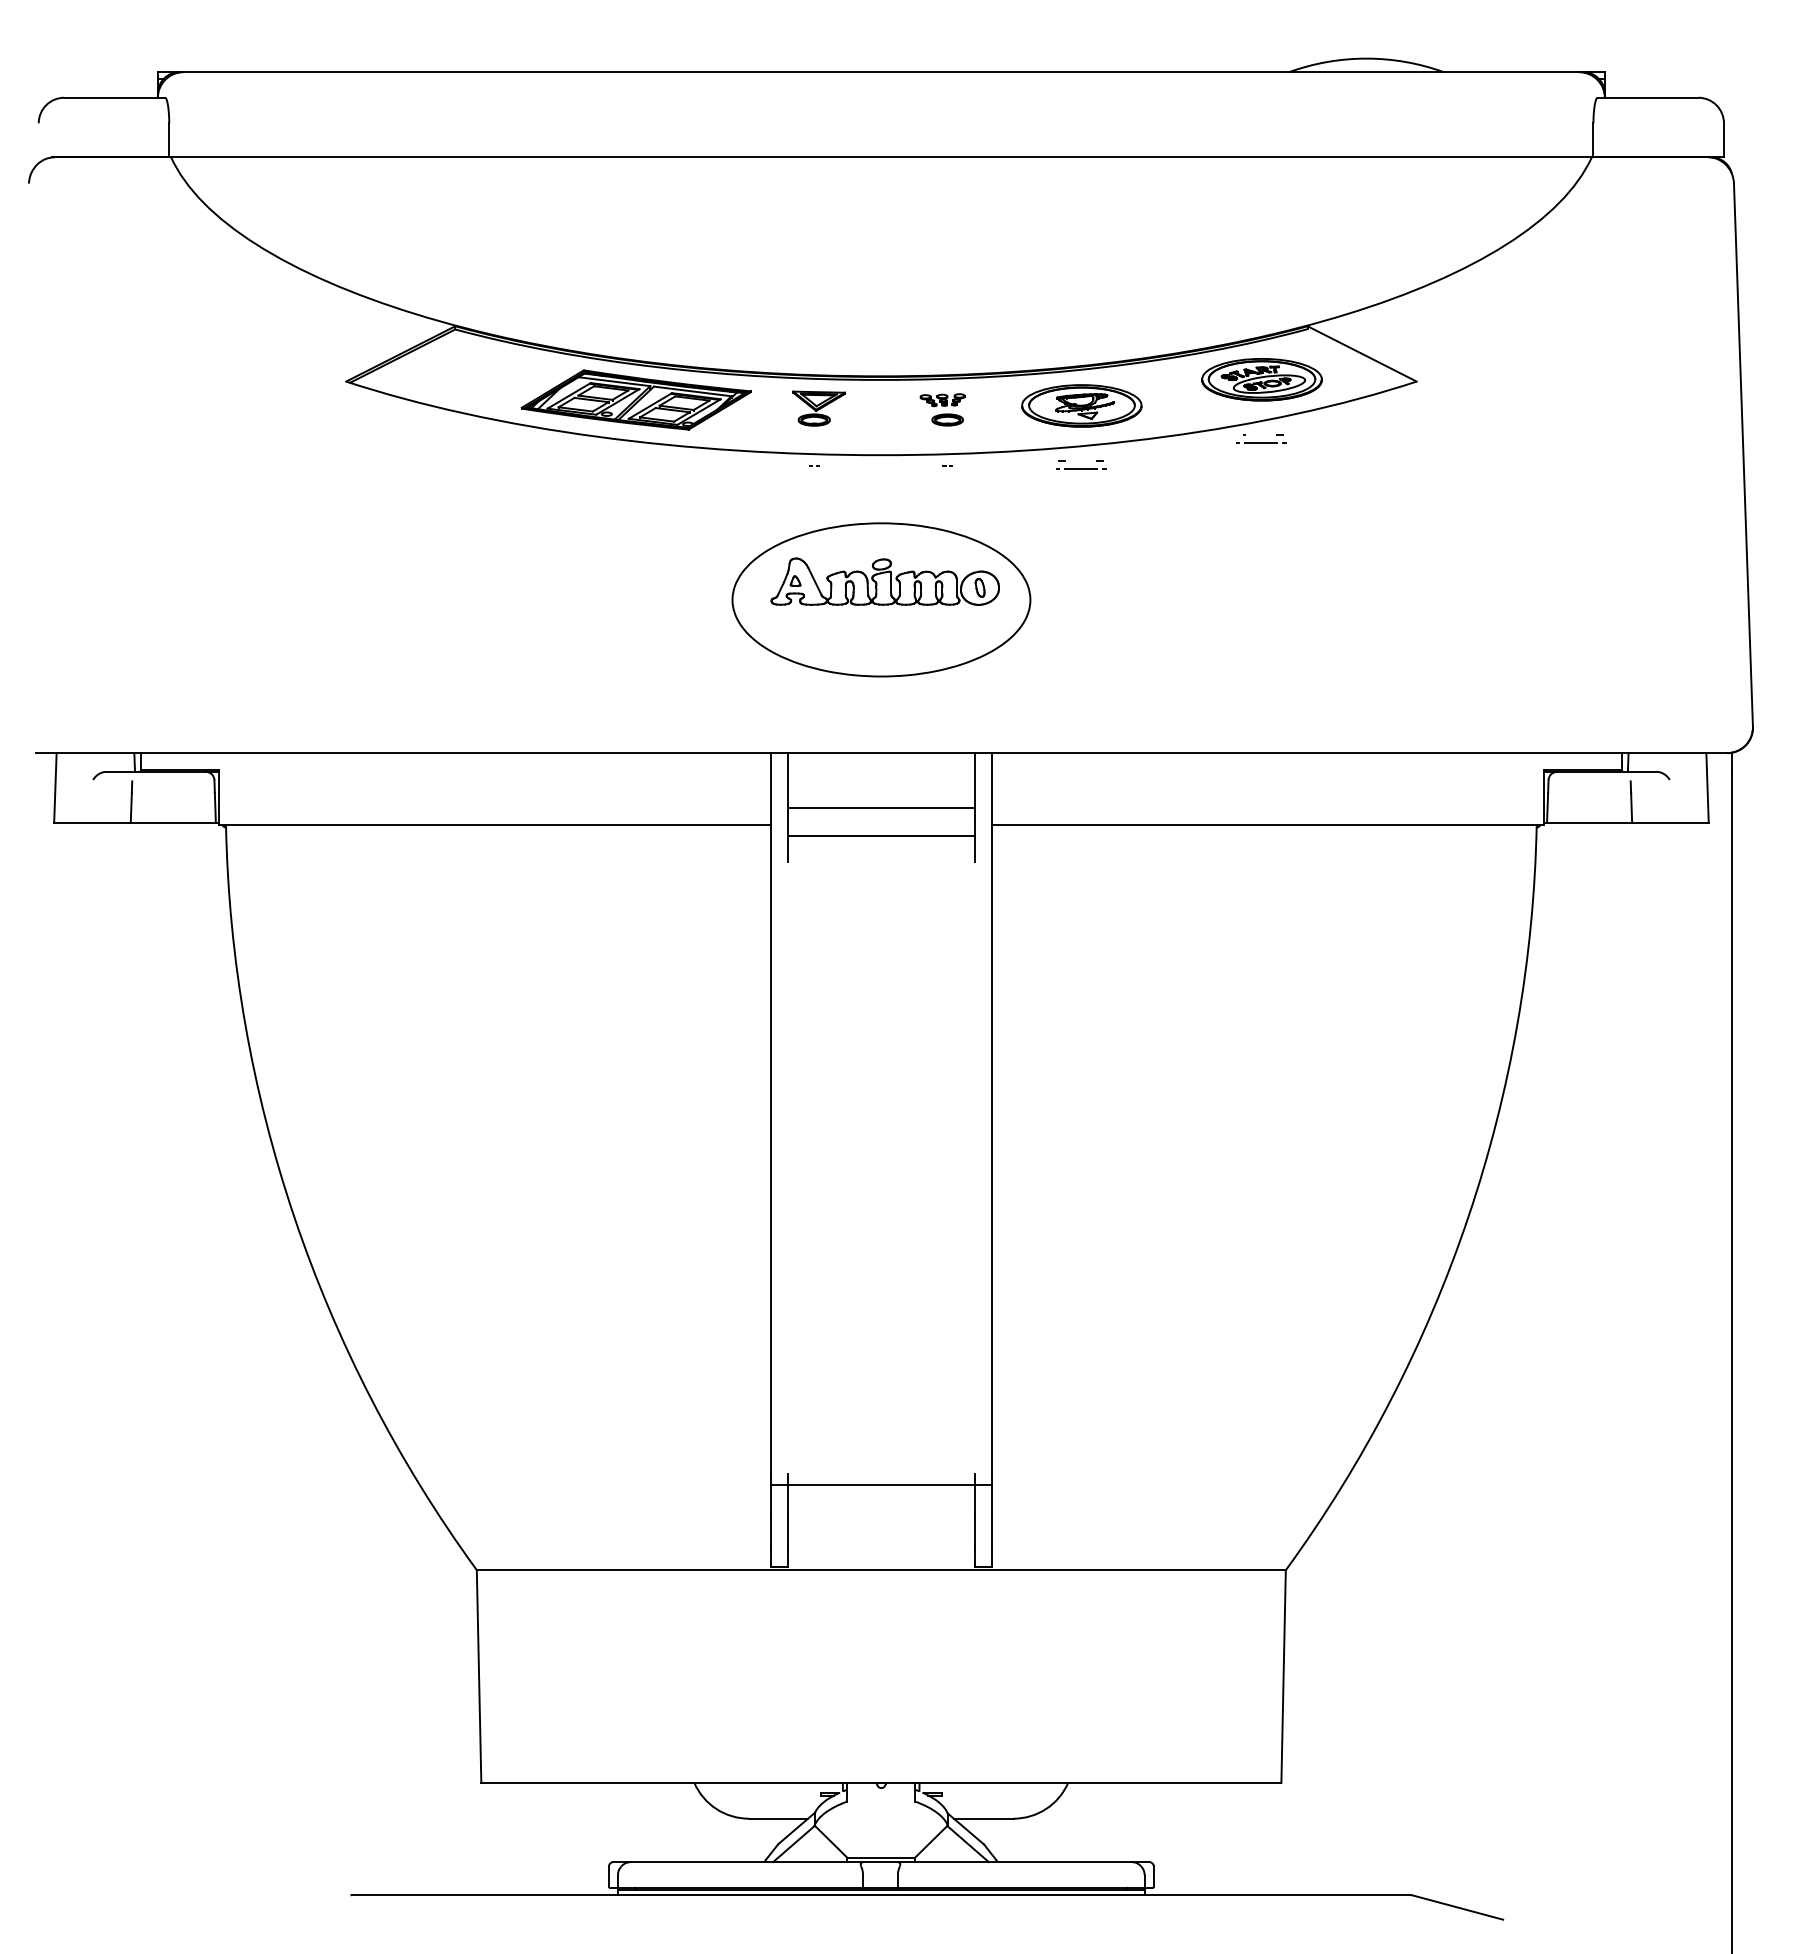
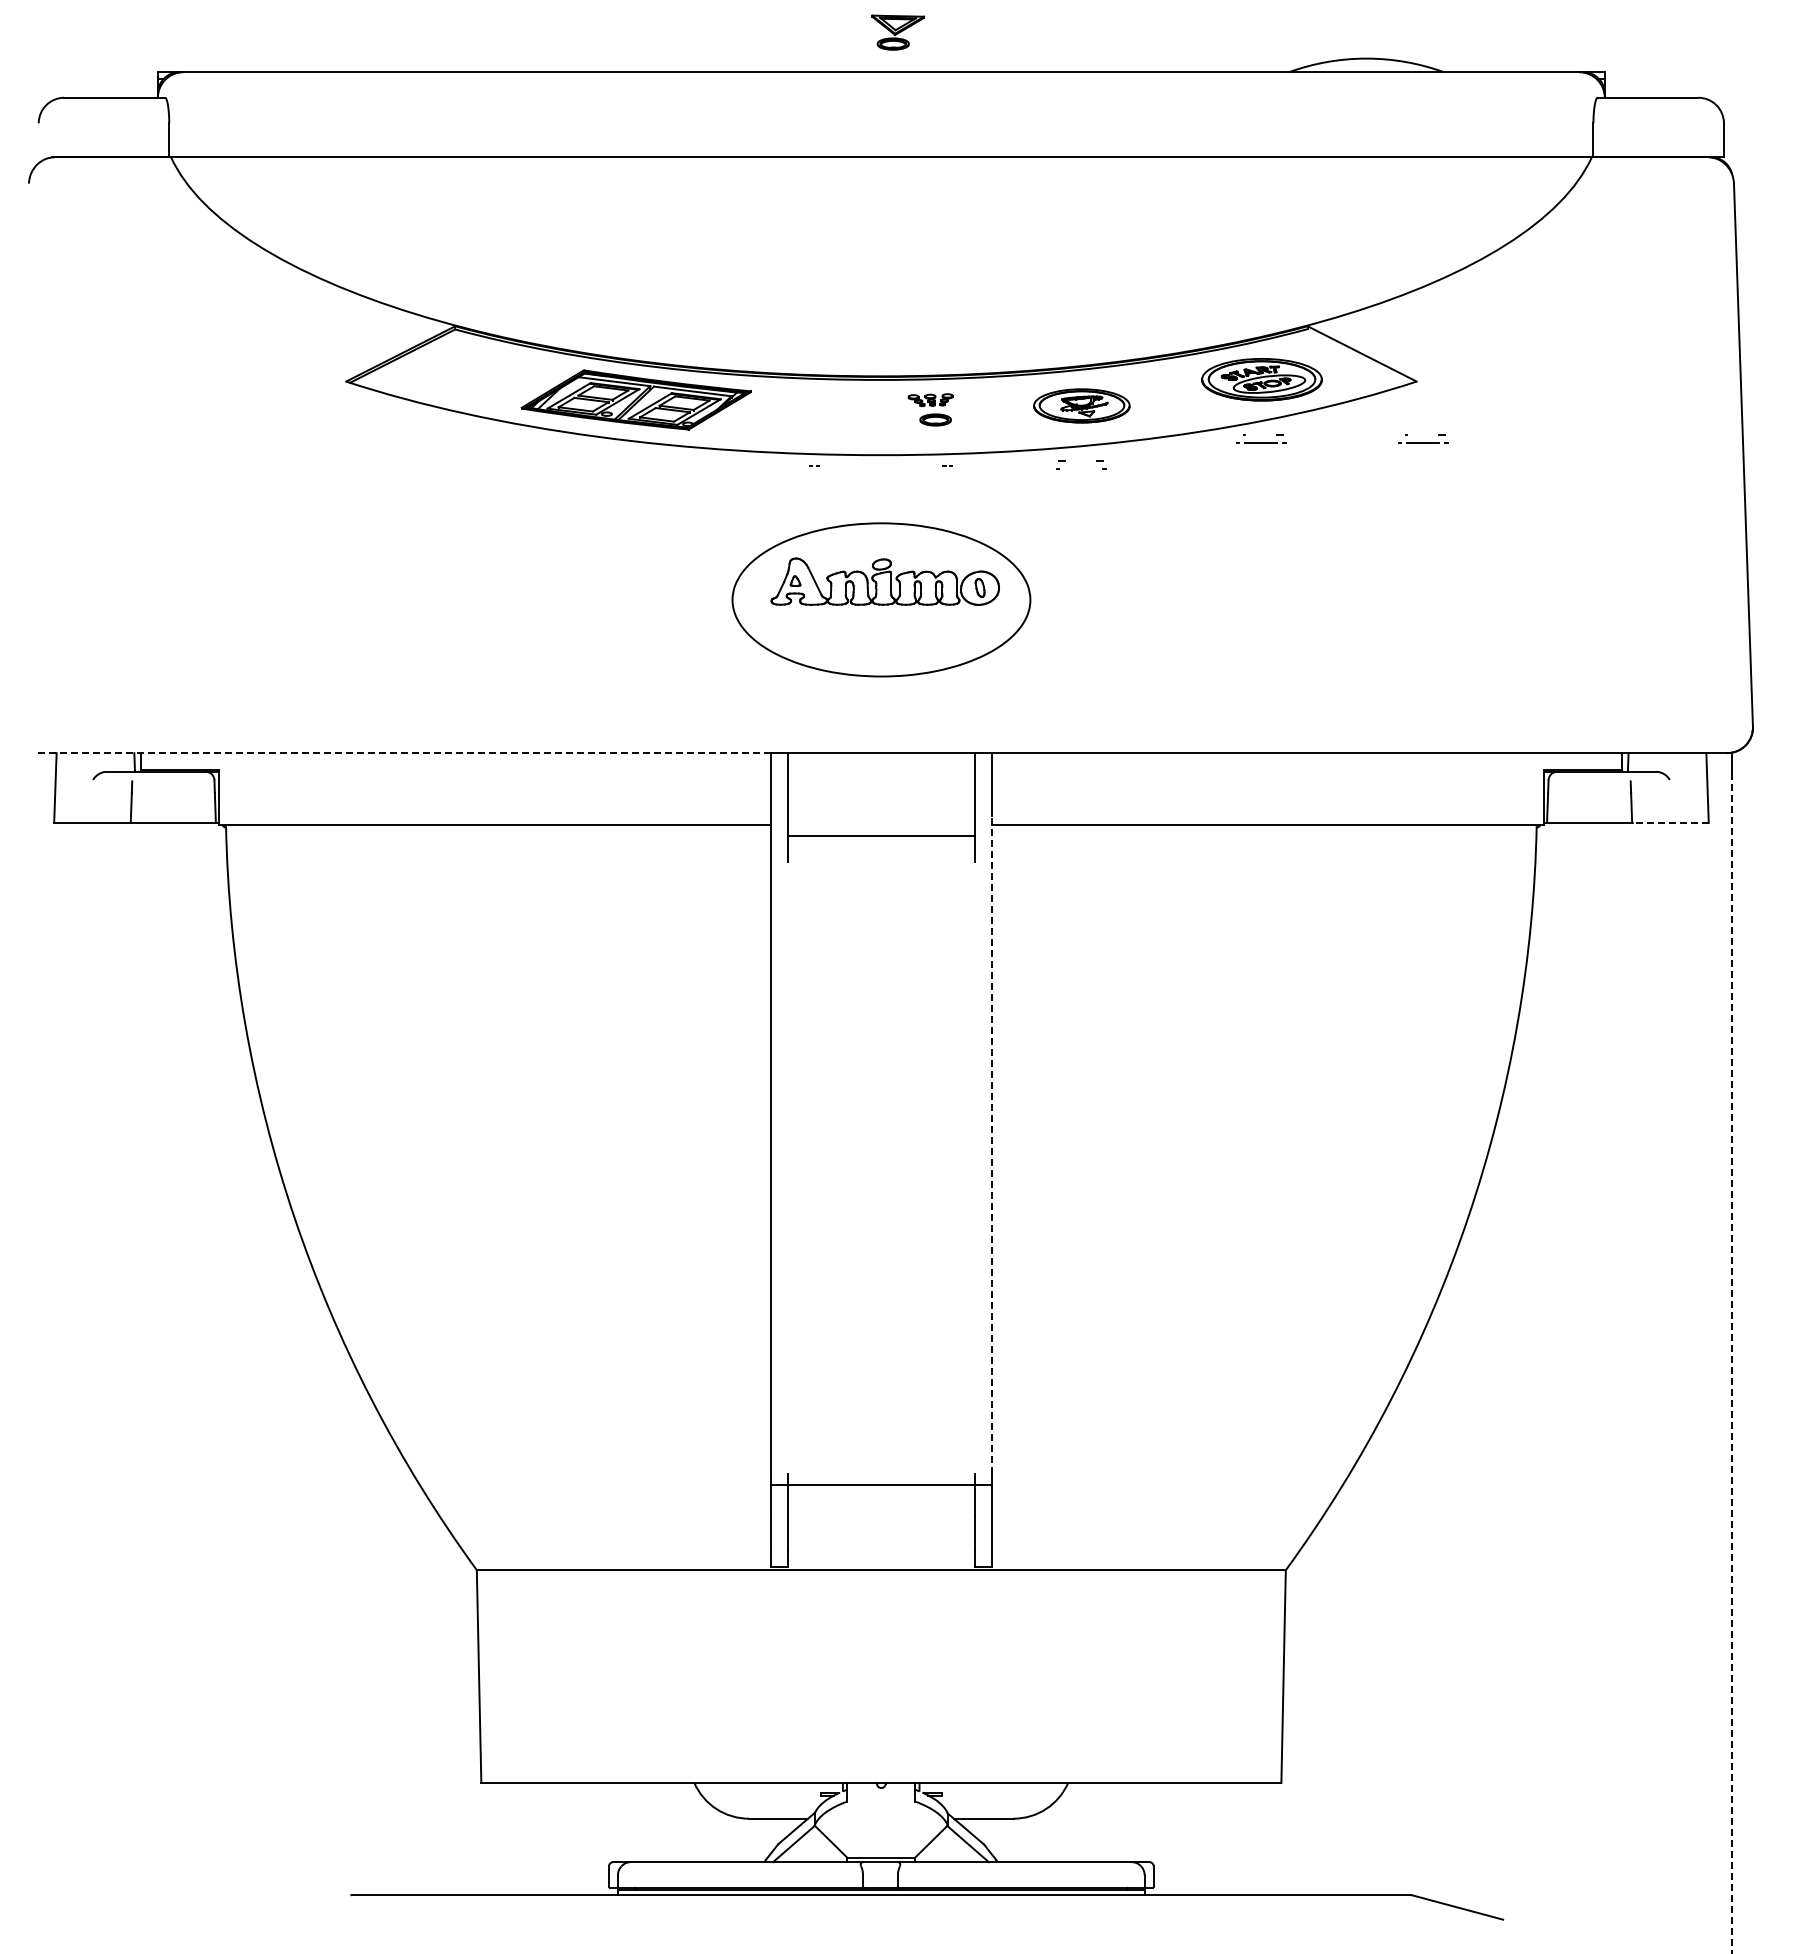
part at (1081, 405) size: 122x44 px -> 98x36 px
part at (818, 408) position: (818, 408) -> (897, 32)
part at (942, 409) position: (942, 409) -> (930, 409)
part at (1423, 438): none -> present
line at (1081, 469): present -> none
line at (403, 753): solid -> dashed
line at (880, 808): present -> none
line at (1671, 822): solid -> dashed
line at (992, 1144): solid -> dashed
line at (1732, 1363): solid -> dashed
